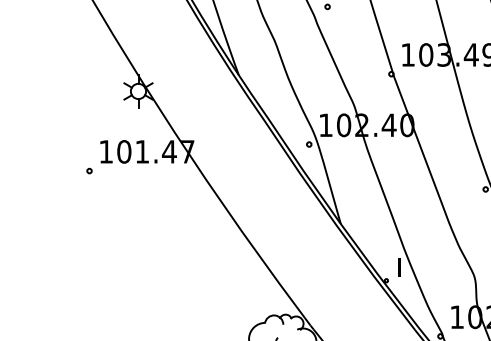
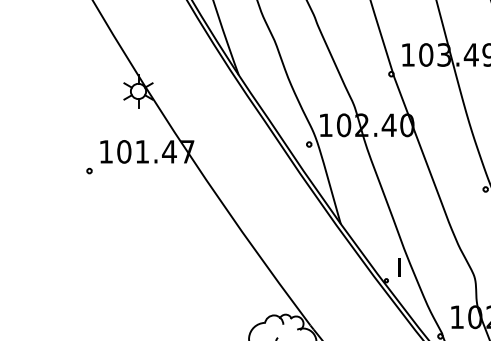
part at (327, 6): present -> none
